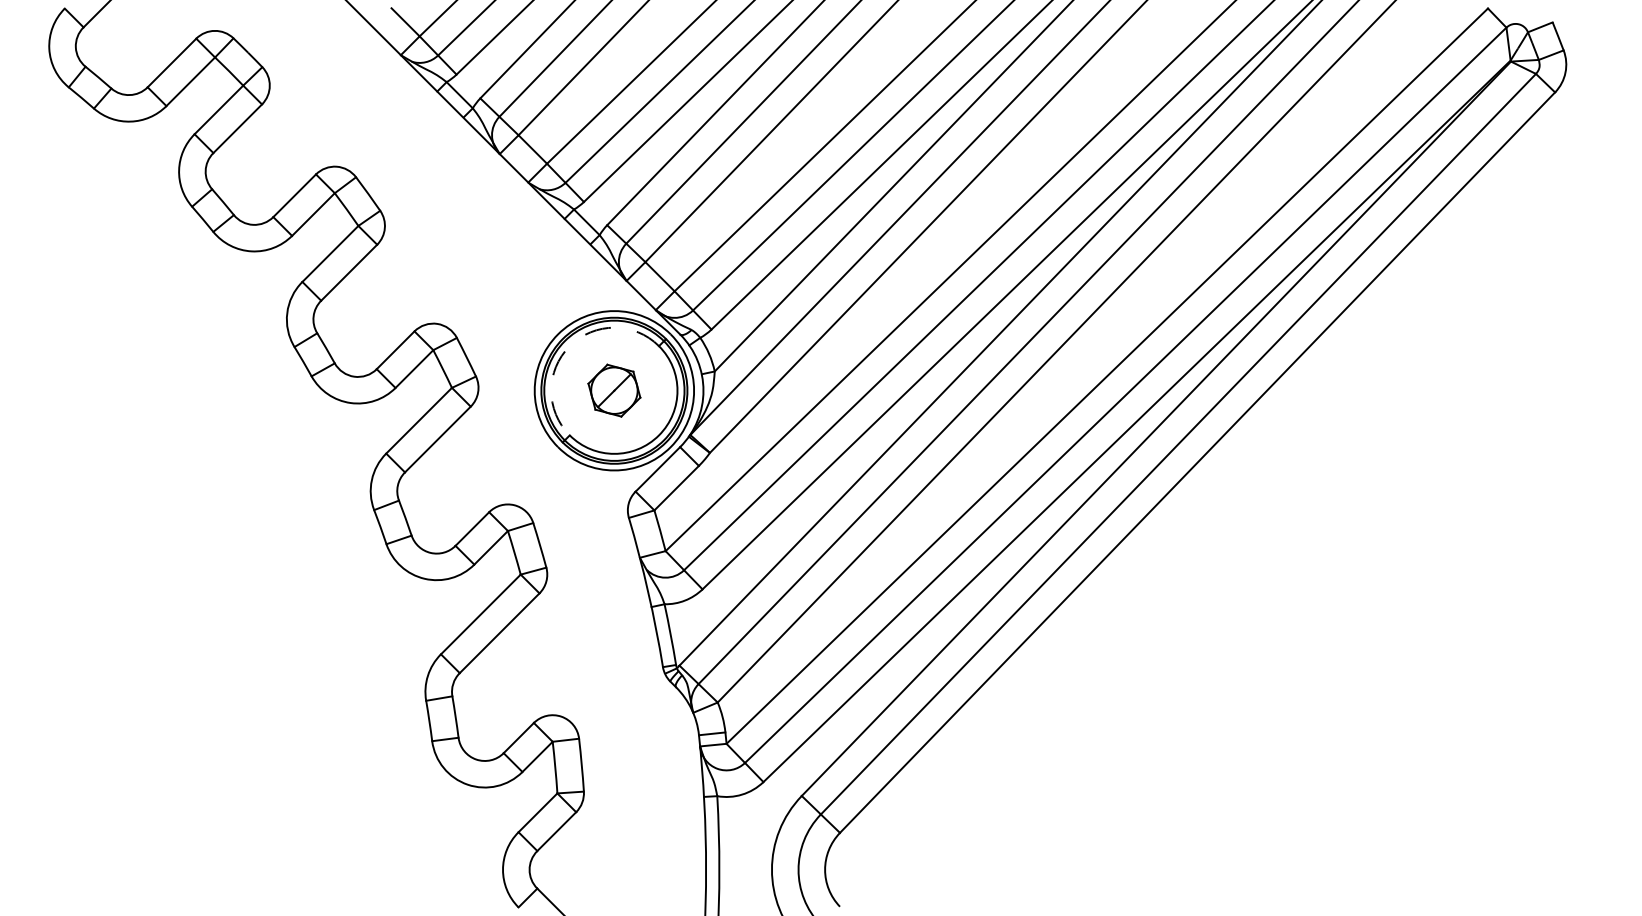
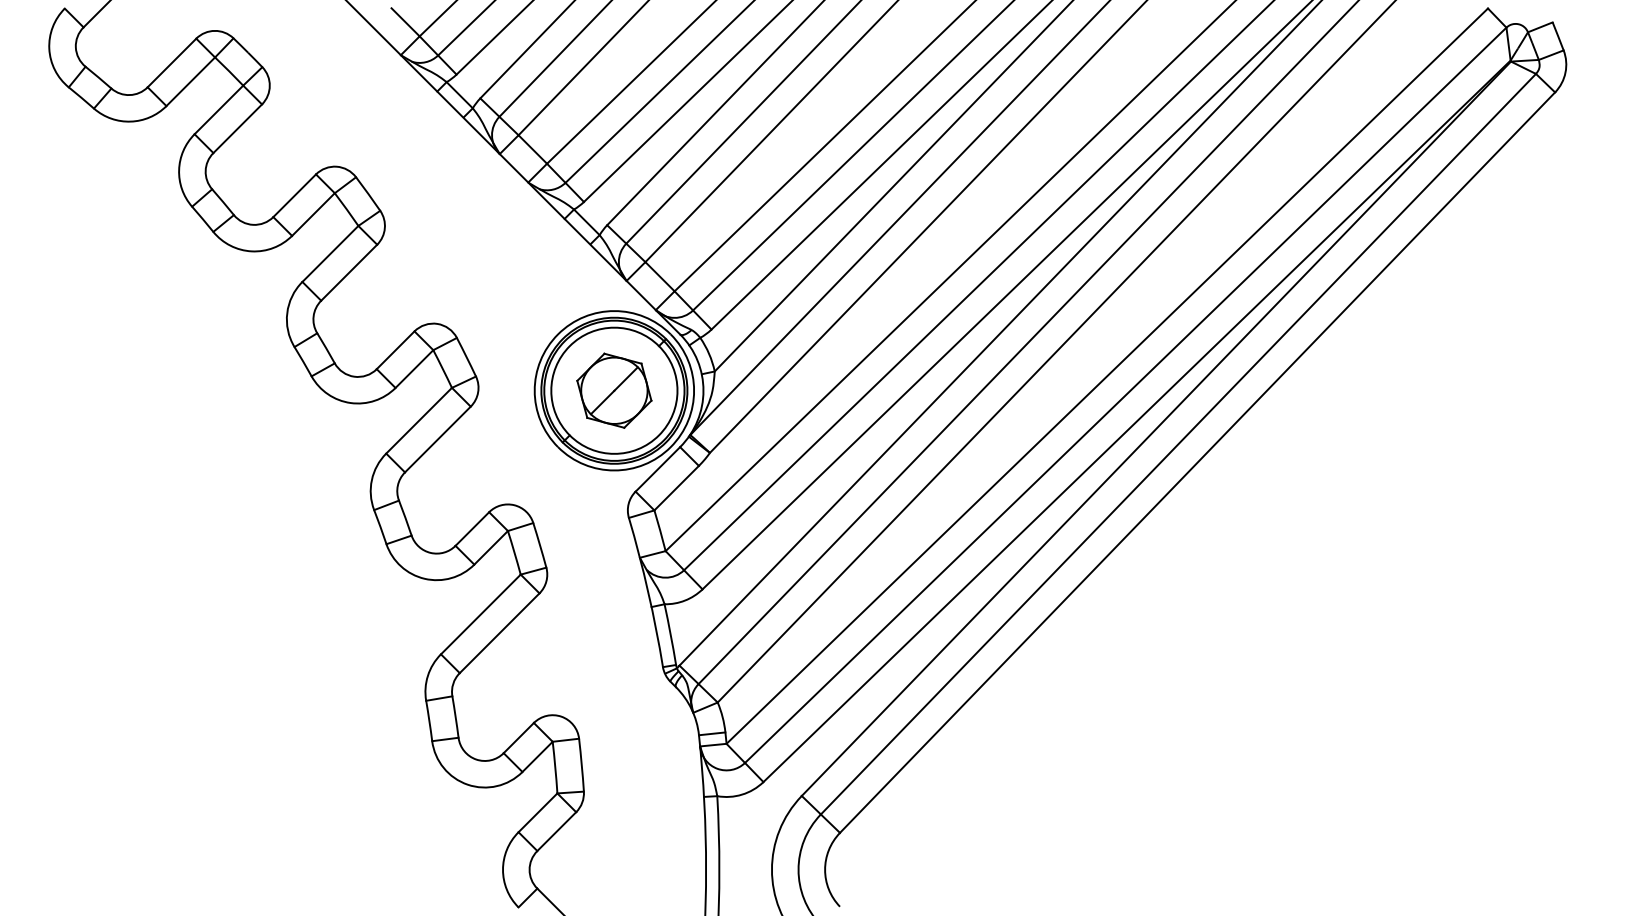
arc at (569, 346): dashed -> solid
part at (614, 390) size: 55x55 px -> 77x77 px
